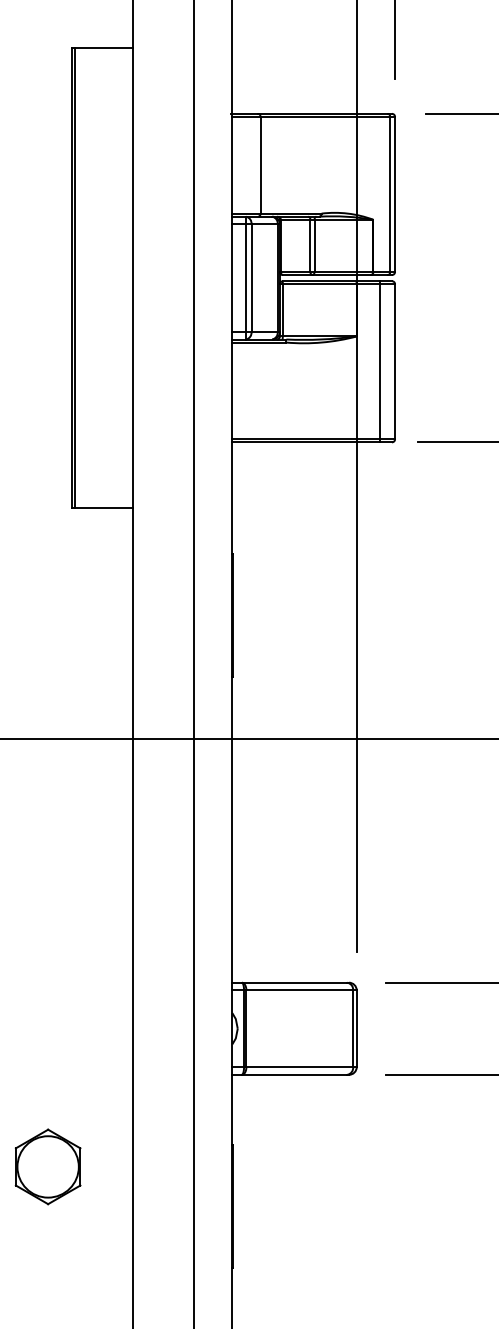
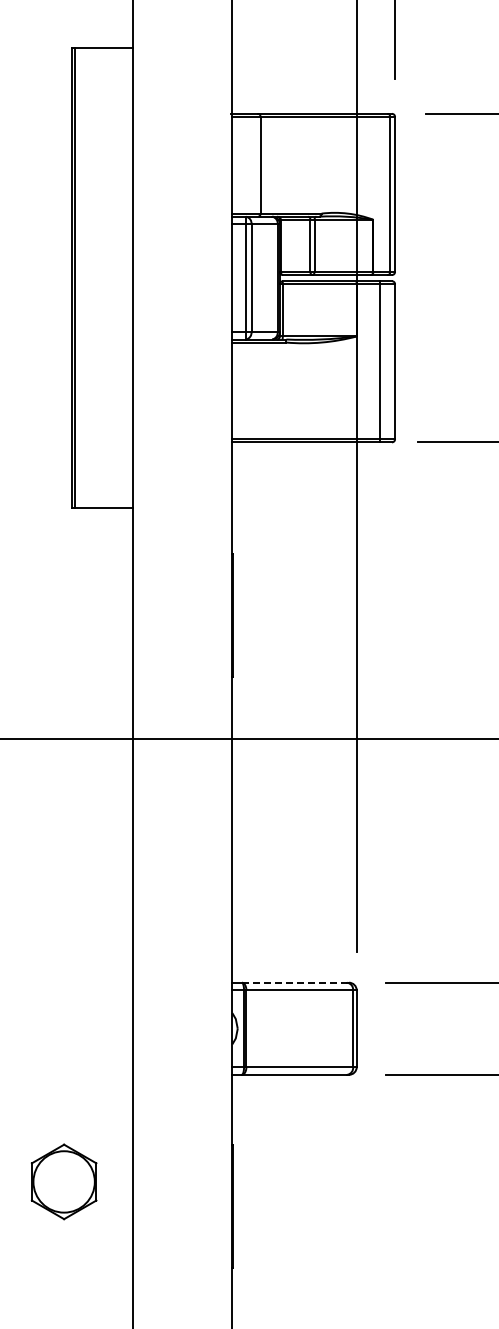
line at (193, 663): present -> none
line at (294, 982): solid -> dashed
part at (47, 1166) position: (47, 1166) -> (63, 1181)
